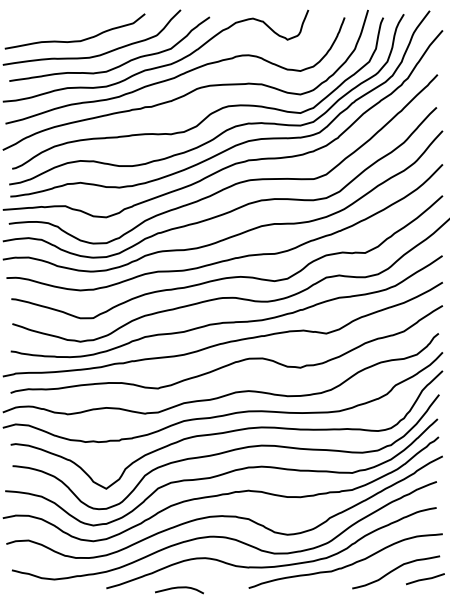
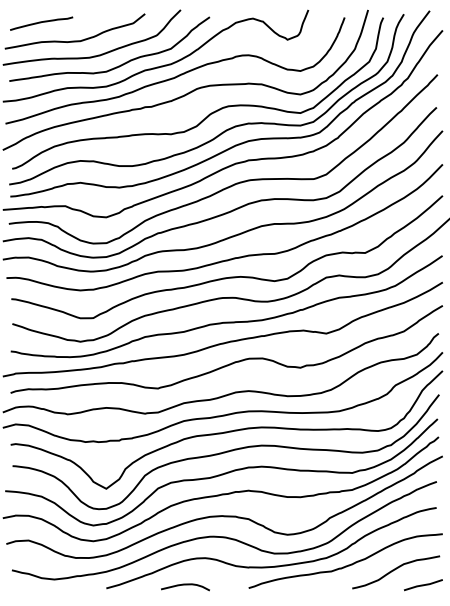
curve at (41, 23): none -> present
line at (425, 579) position: (425, 579) -> (423, 585)
curve at (179, 588) position: (179, 588) -> (185, 585)
